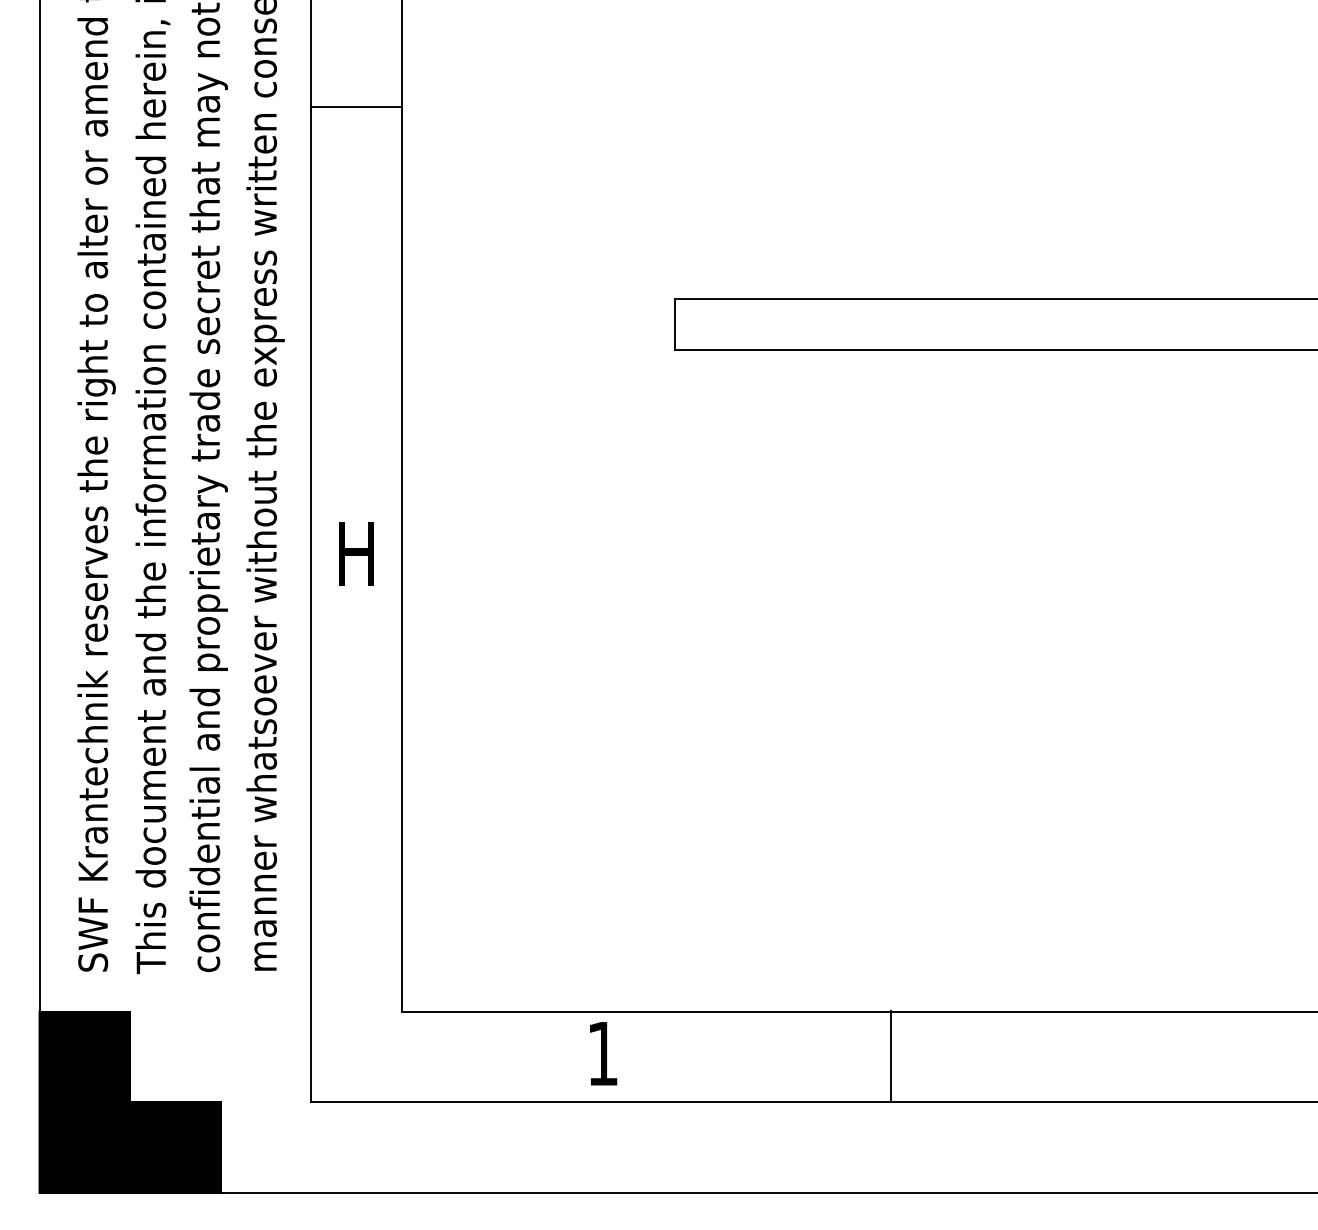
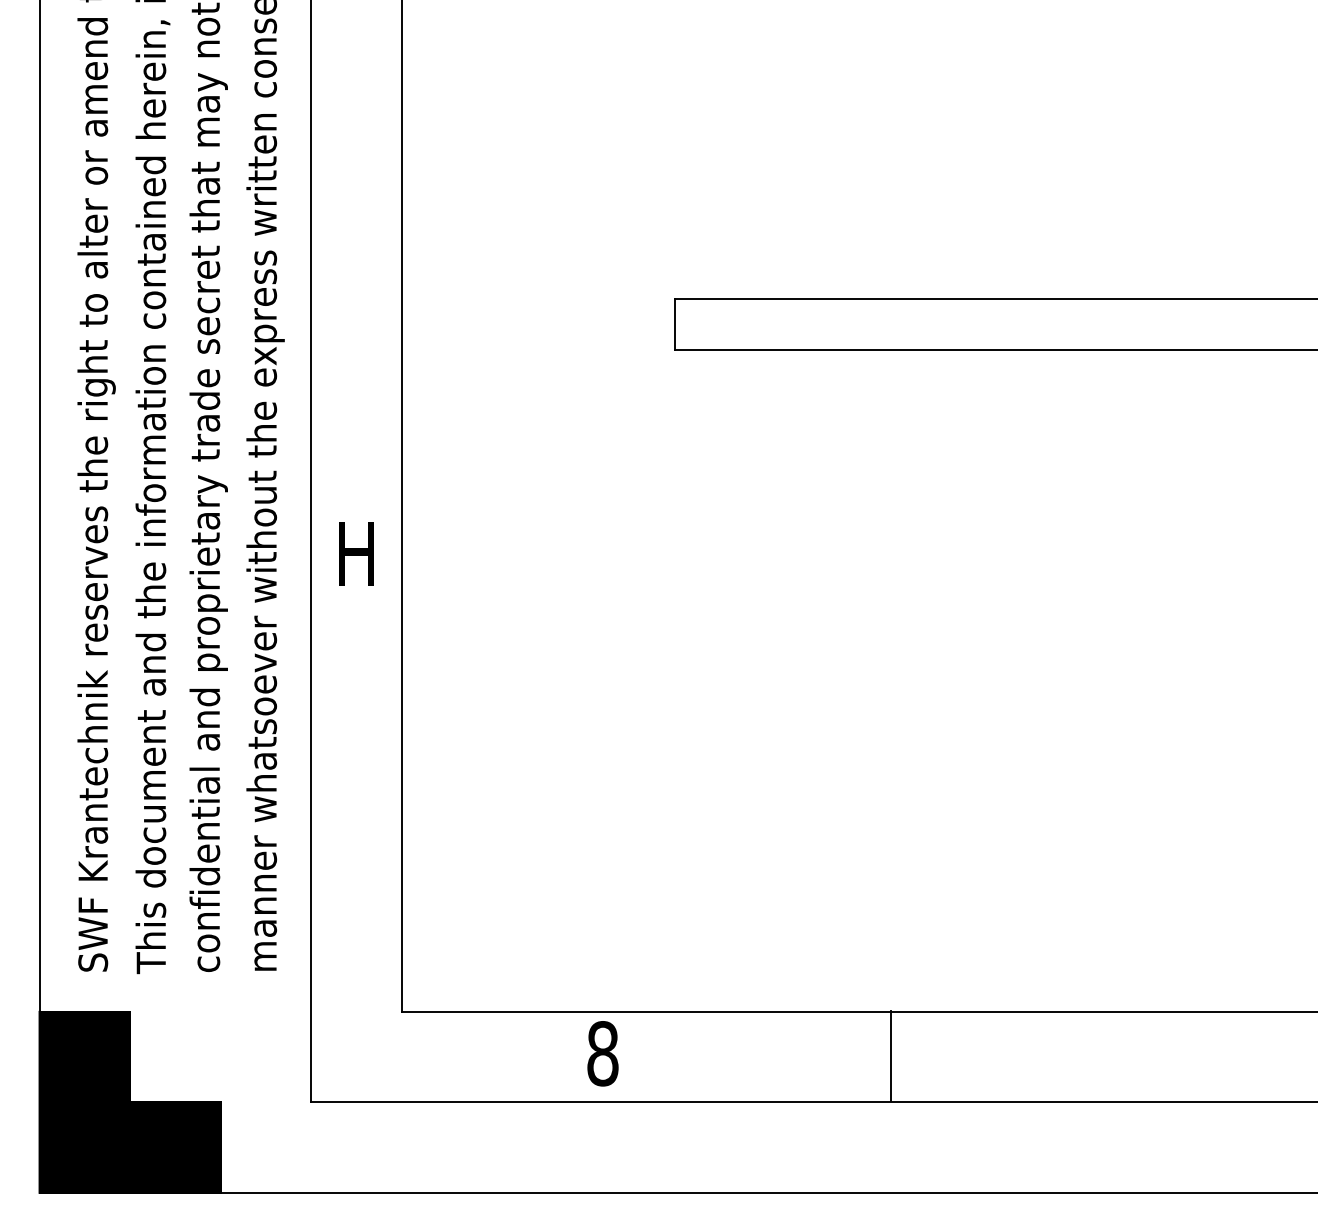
line at (356, 106): present -> none
text at (602, 1053): 1 -> 8
